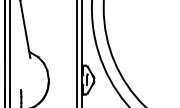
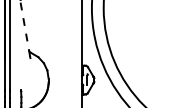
line at (25, 28): solid -> dashed
line at (76, 53): present -> none
